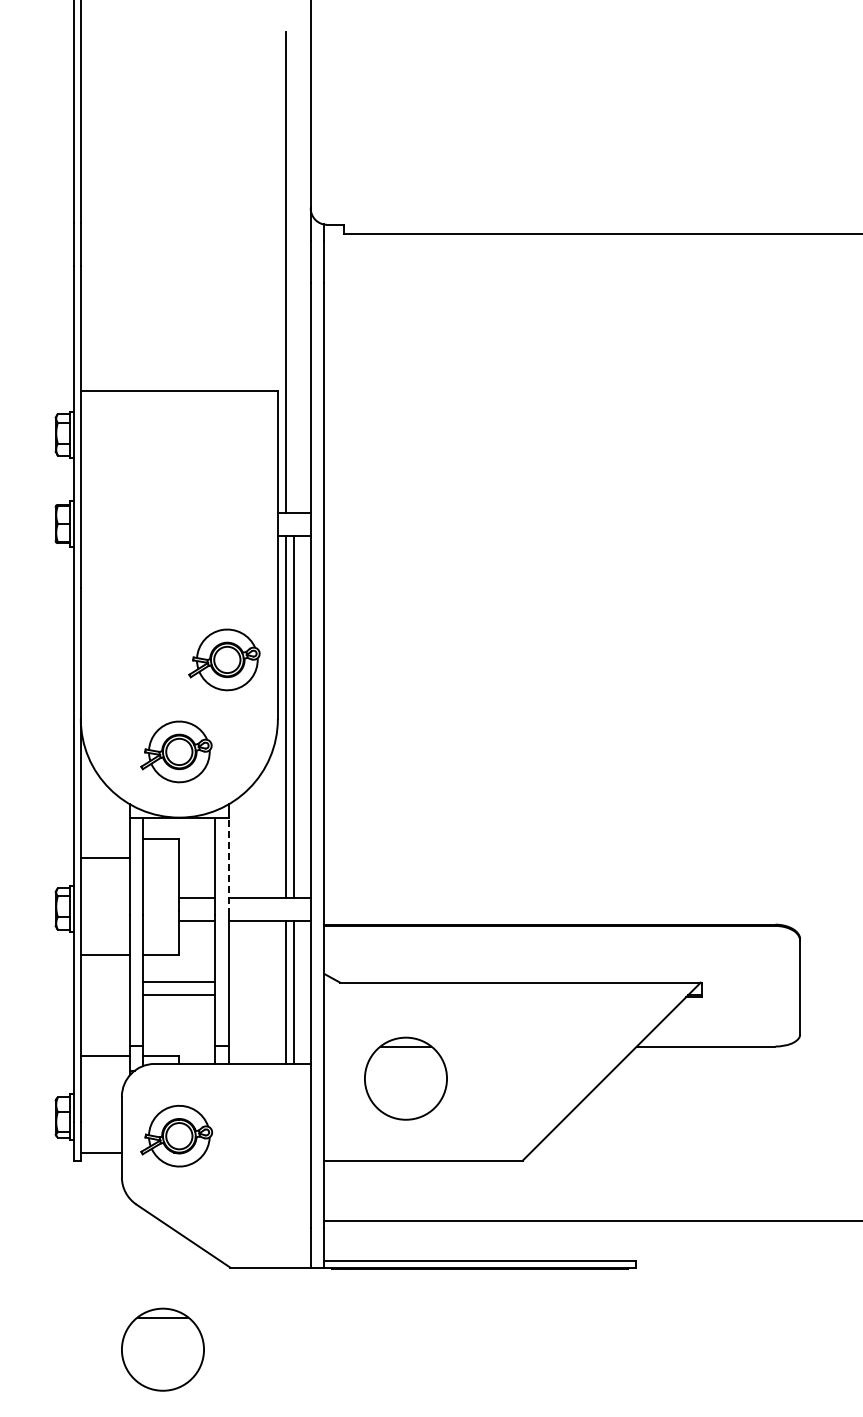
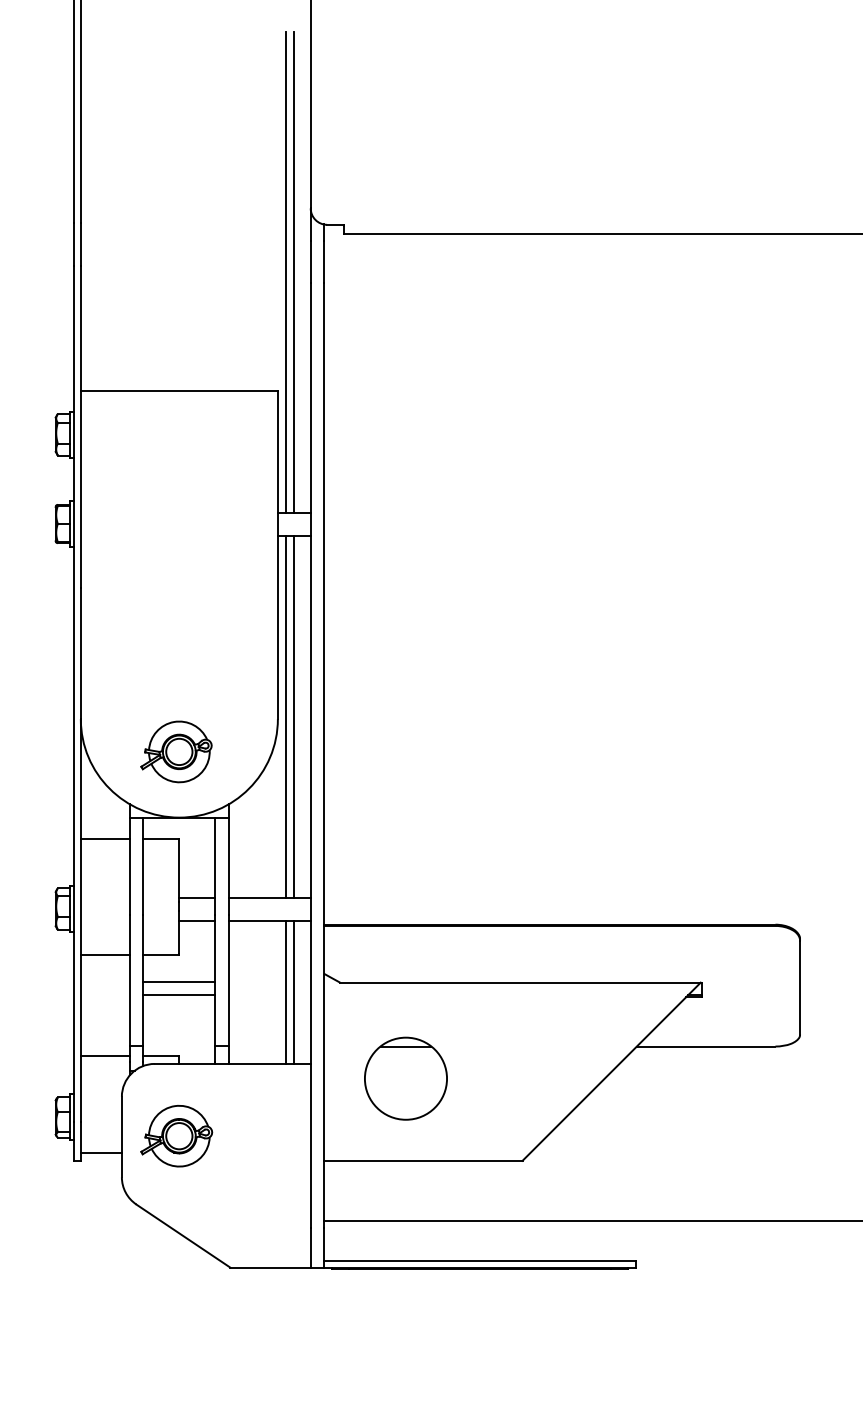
line at (294, 272): none -> present
part at (224, 659): present -> none
line at (105, 857) position: (105, 857) -> (105, 838)
line at (228, 865): dashed -> solid
part at (162, 1349): present -> none
